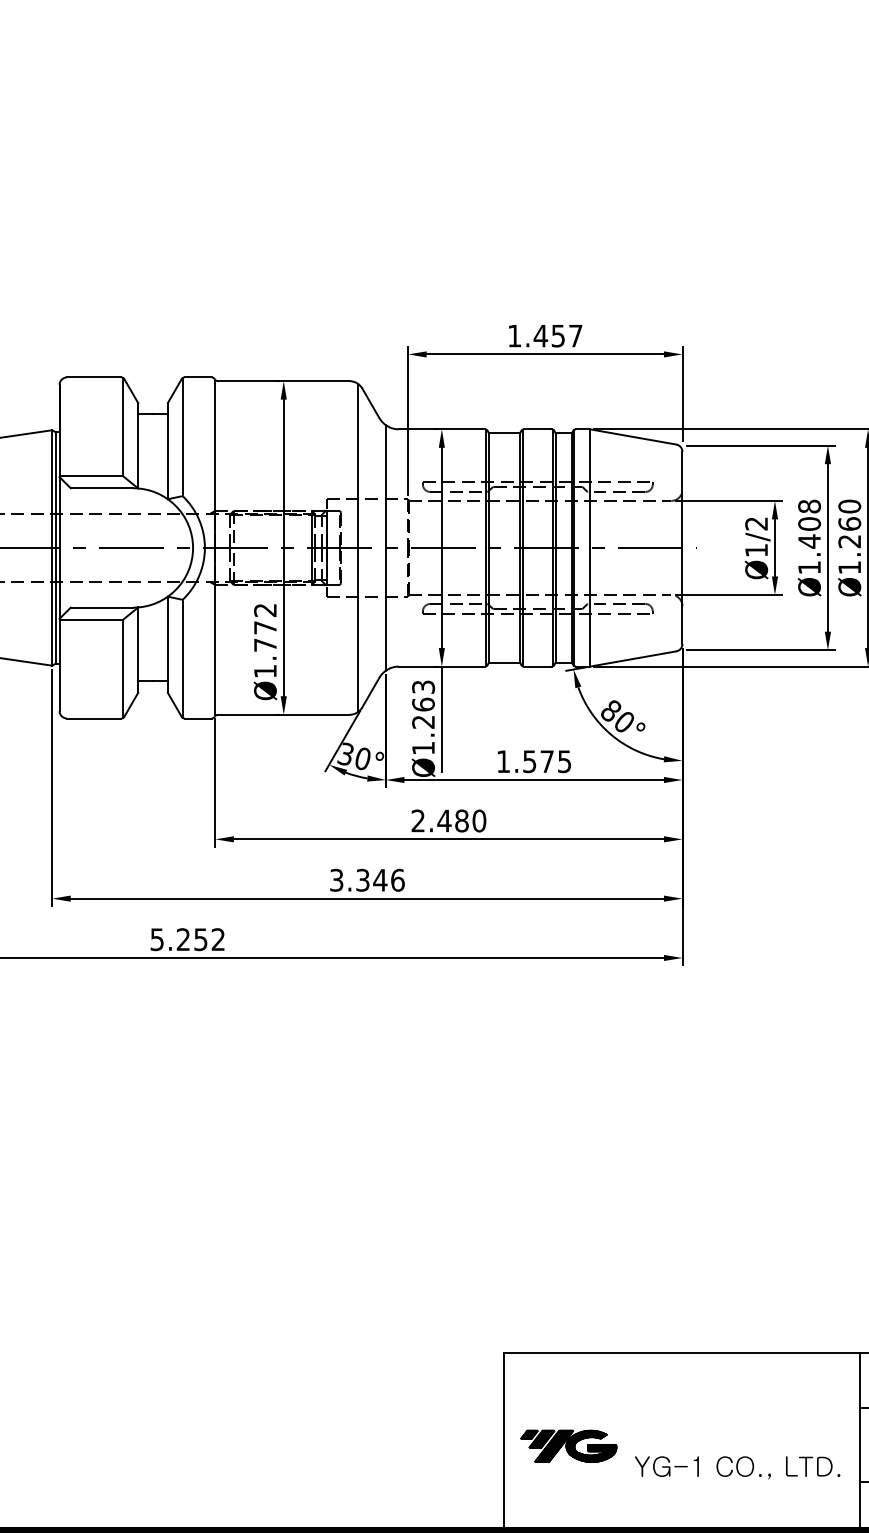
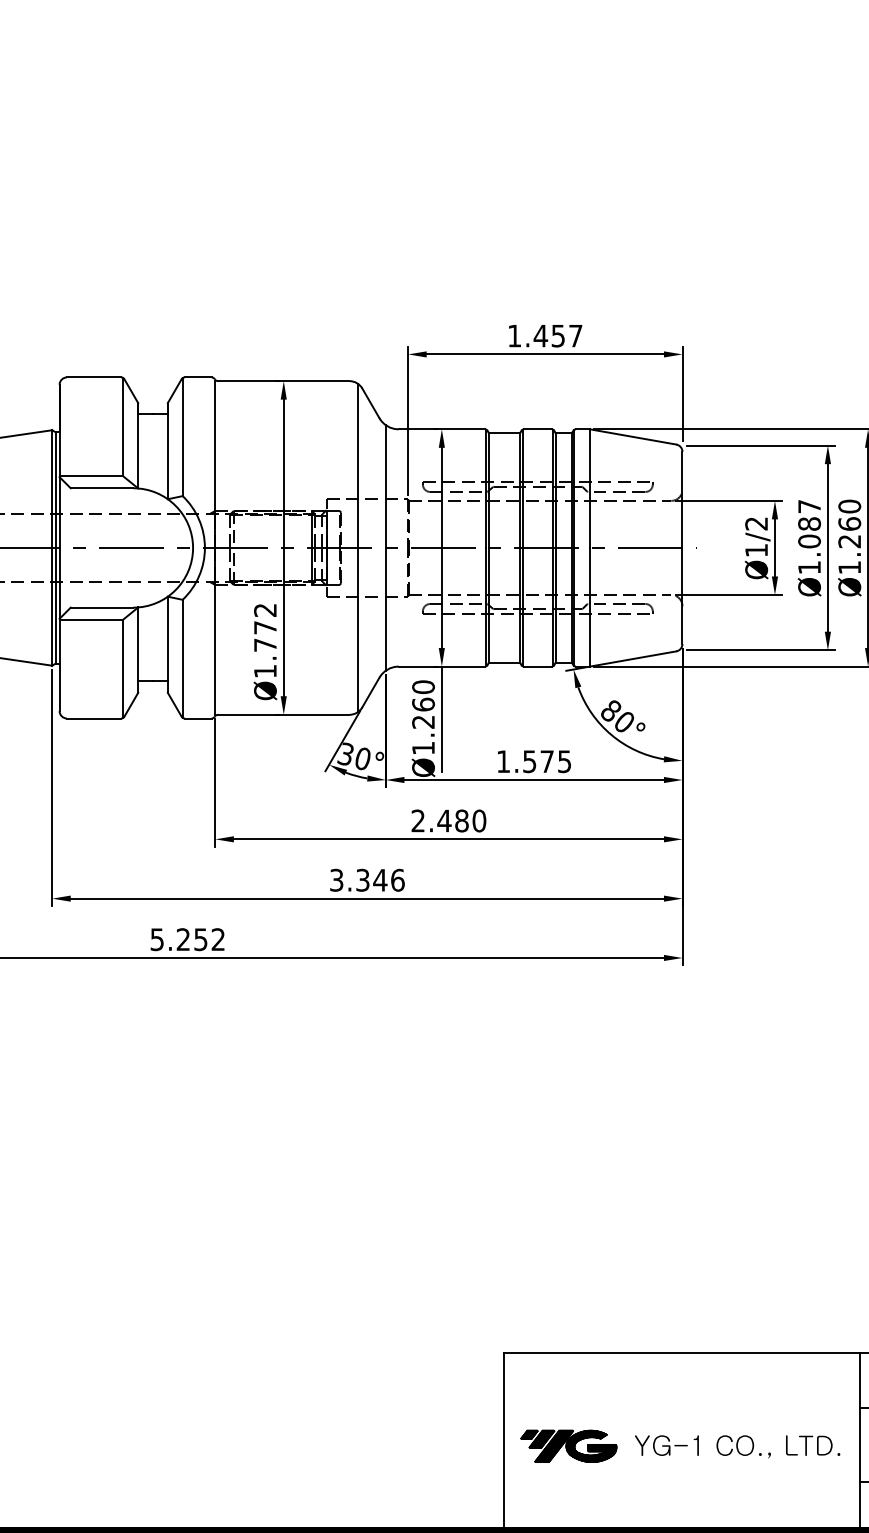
text at (809, 523): Ø1.408 -> Ø1.087
text at (423, 687): Ø1.263 -> Ø1.260
text at (737, 1467) position: (737, 1467) -> (737, 1446)
